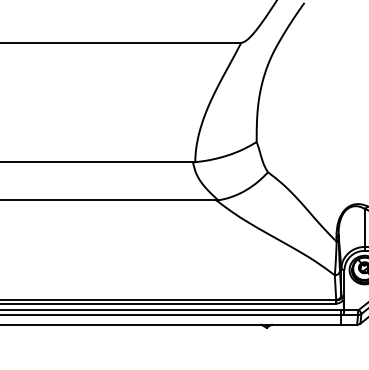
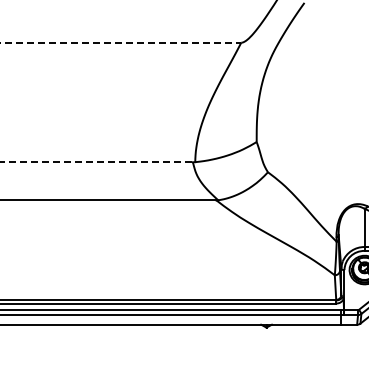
line at (121, 42): solid -> dashed
line at (97, 162): solid -> dashed
